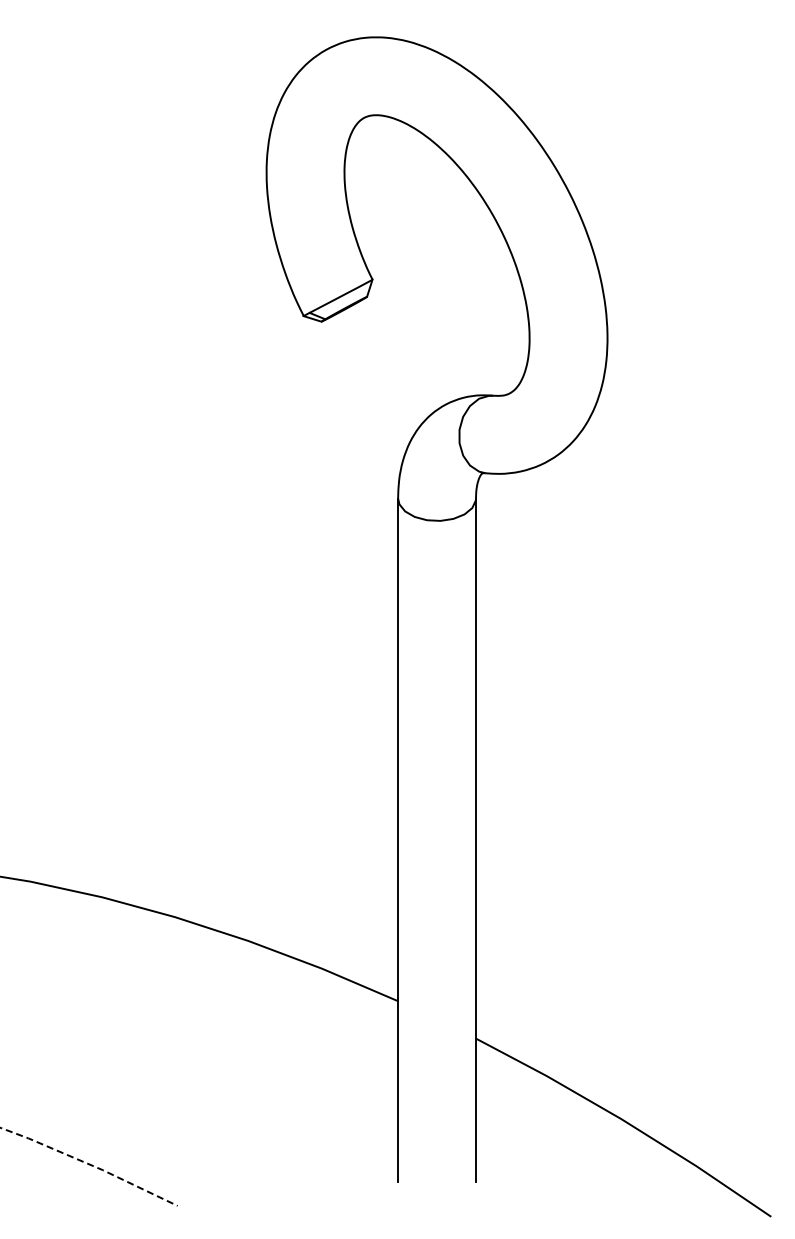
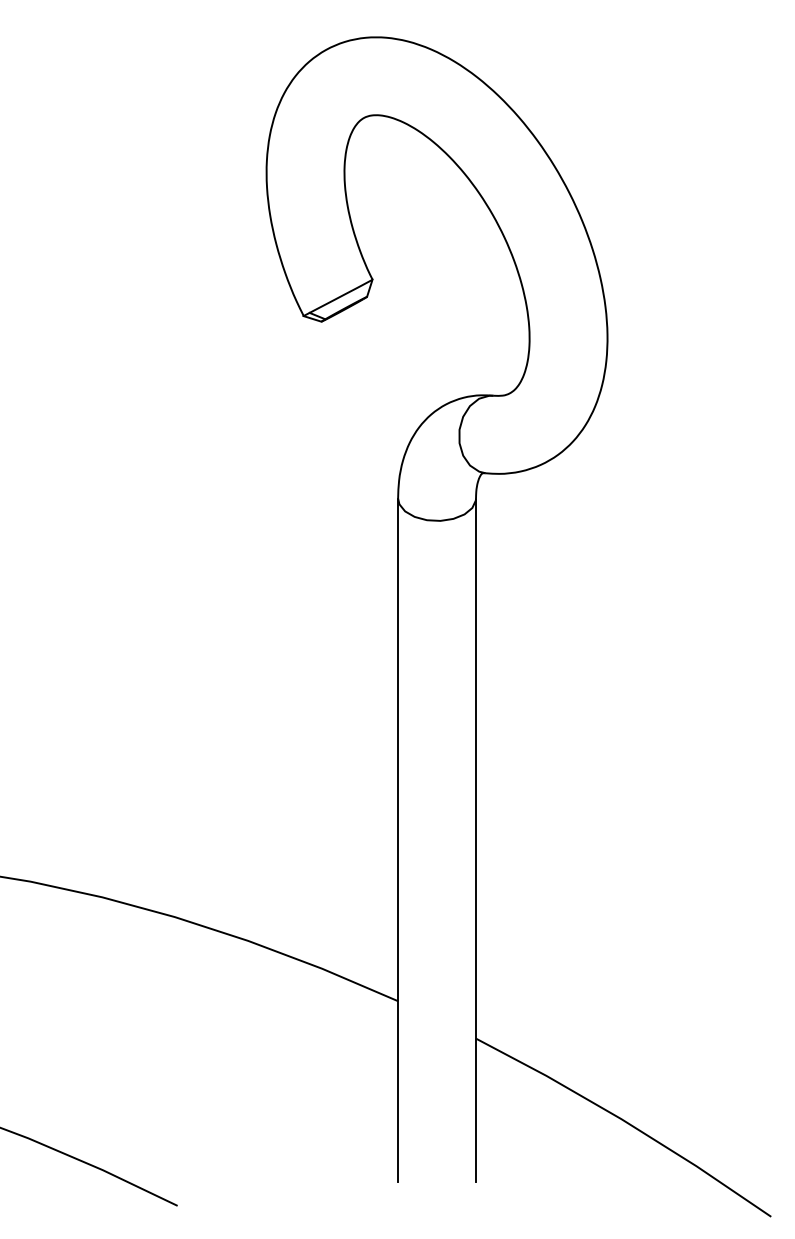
line at (89, 1164): dashed -> solid
